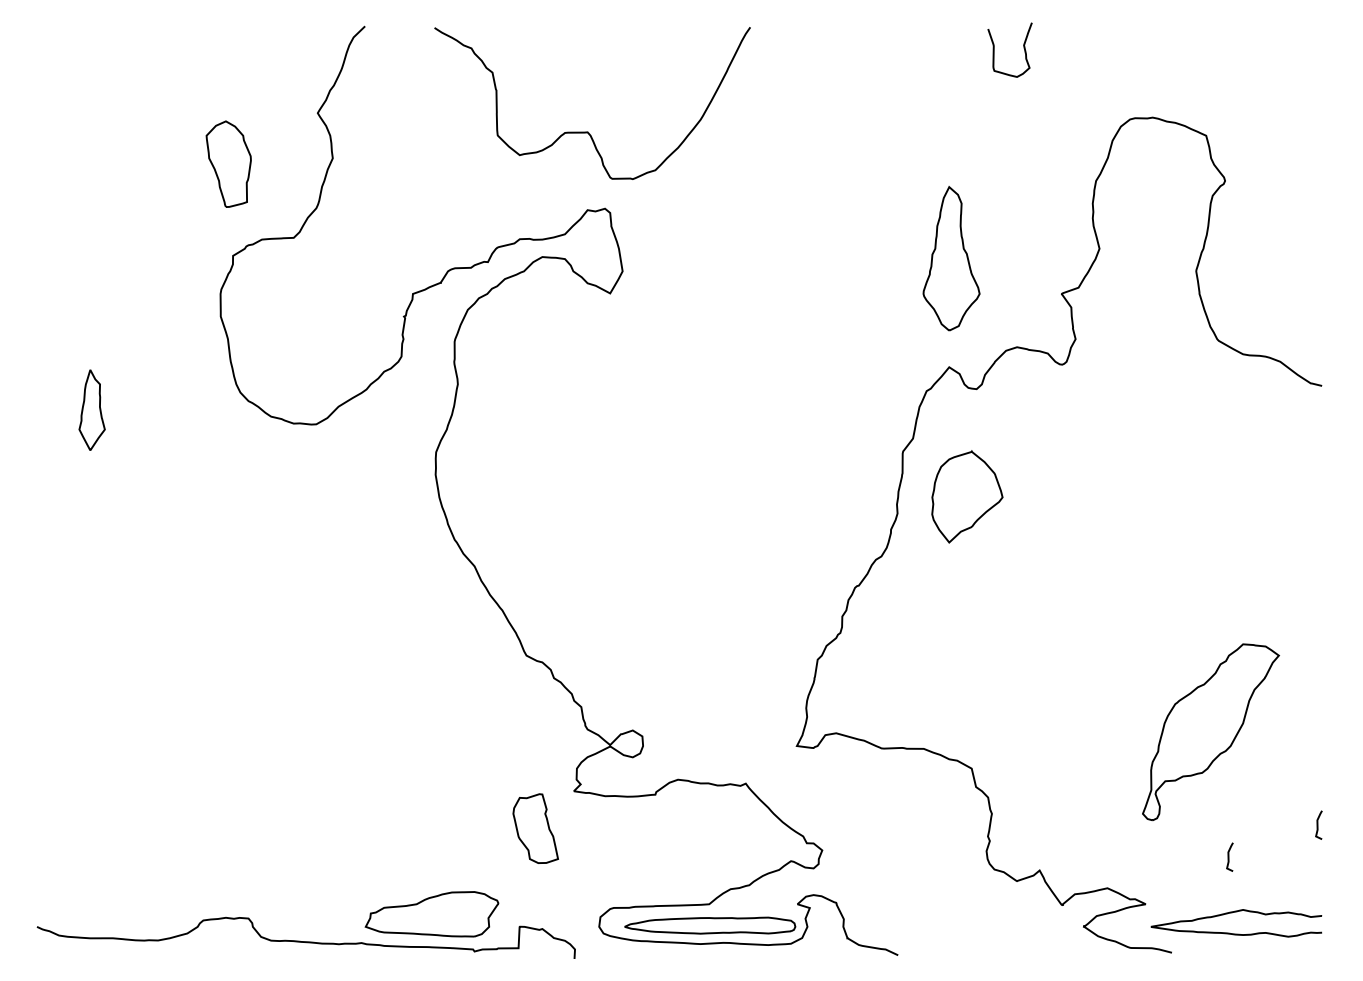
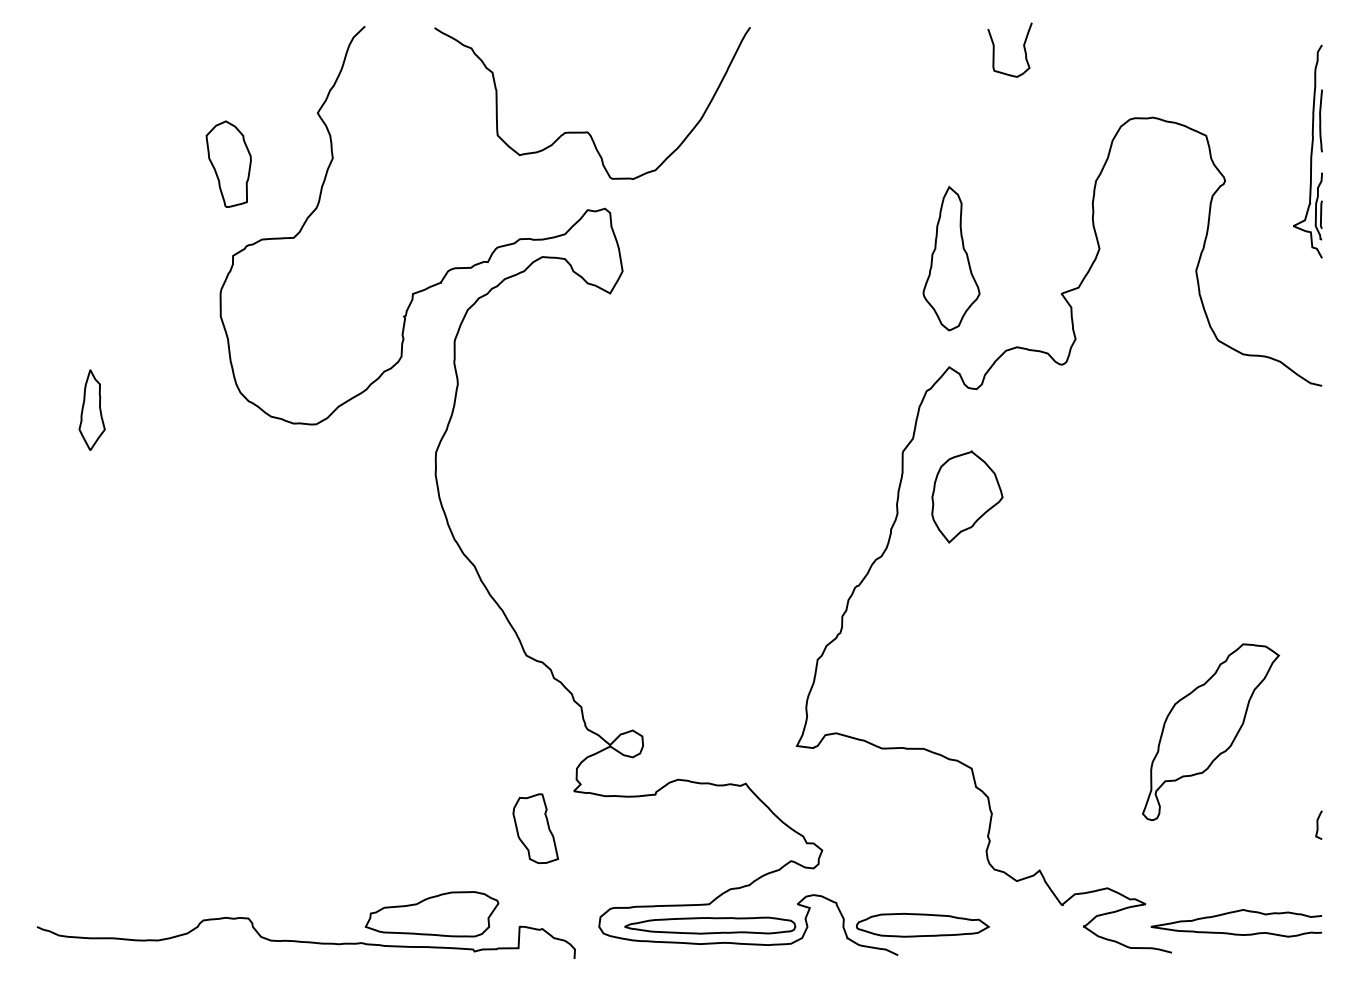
part at (1307, 151): none -> present
curve at (1229, 856): present -> none
part at (923, 925): none -> present
